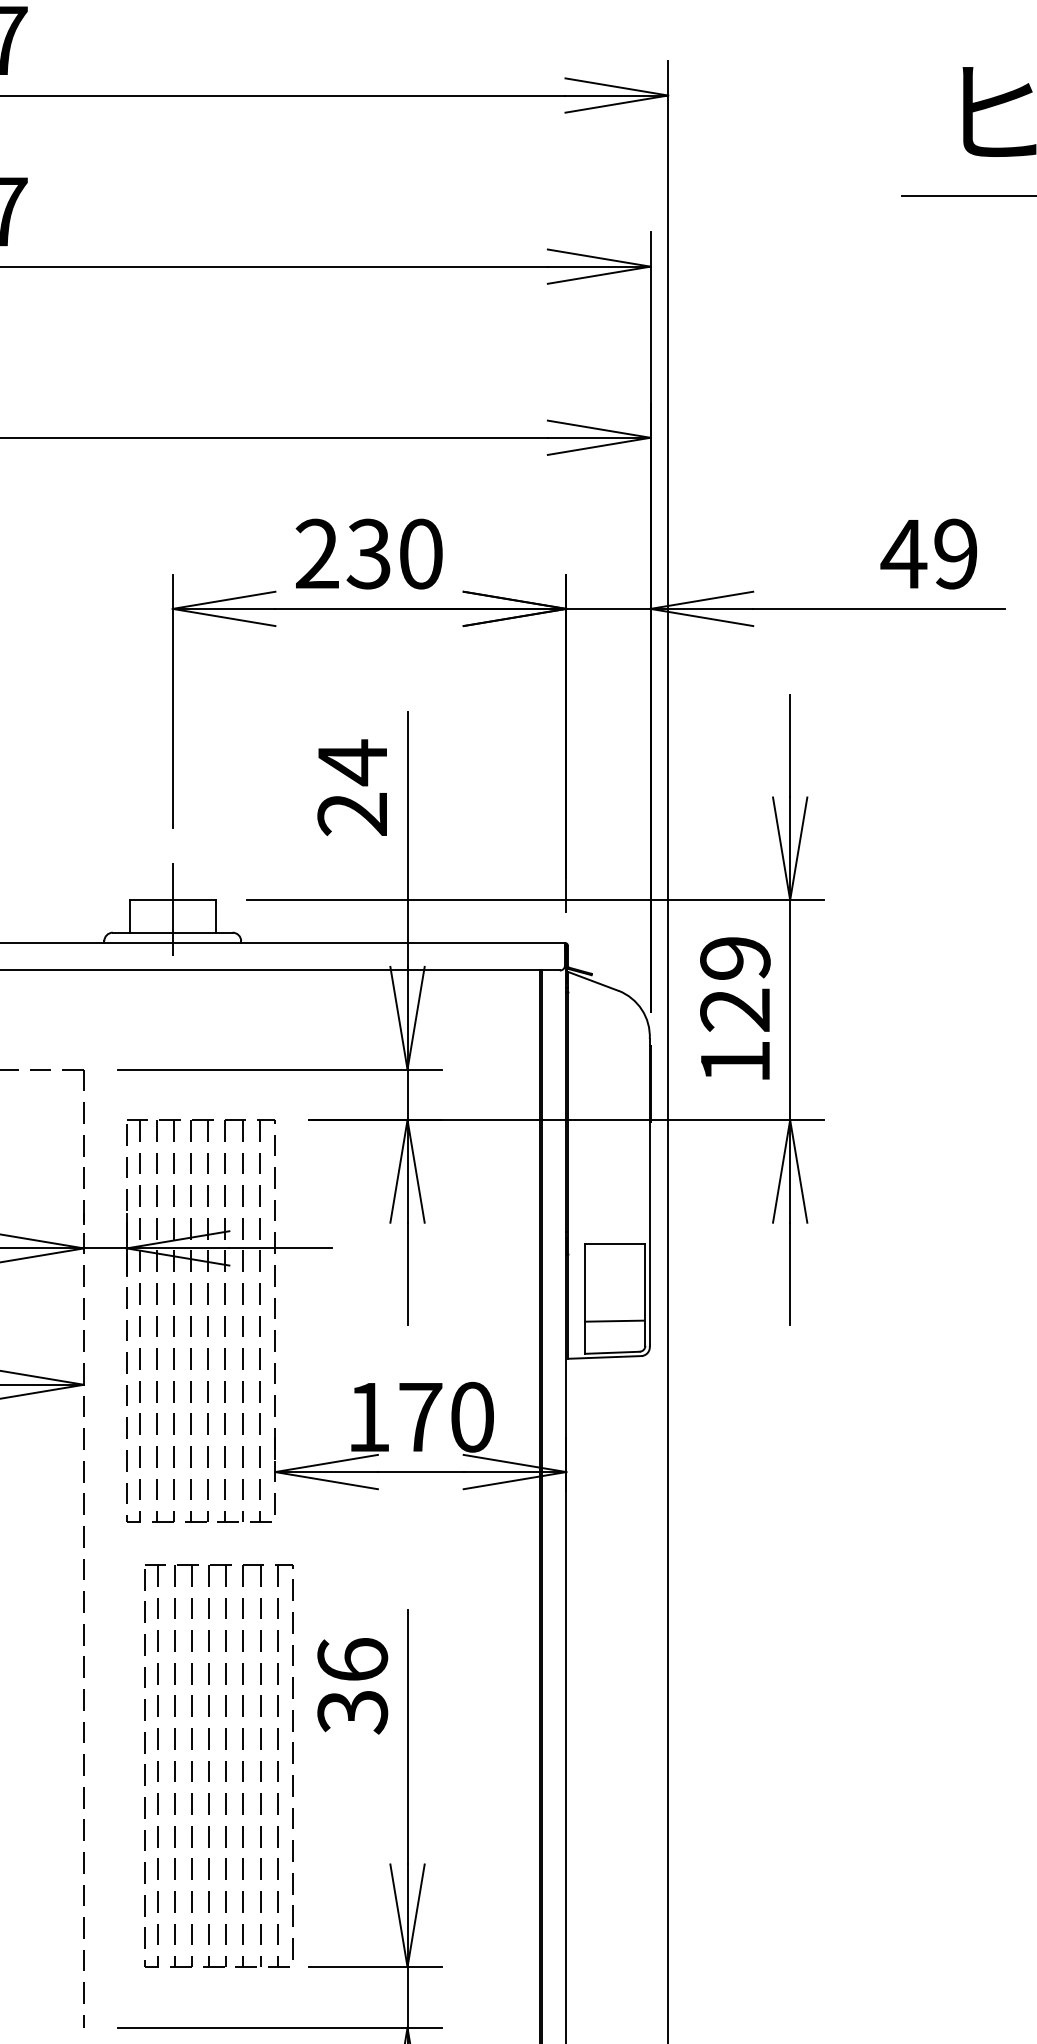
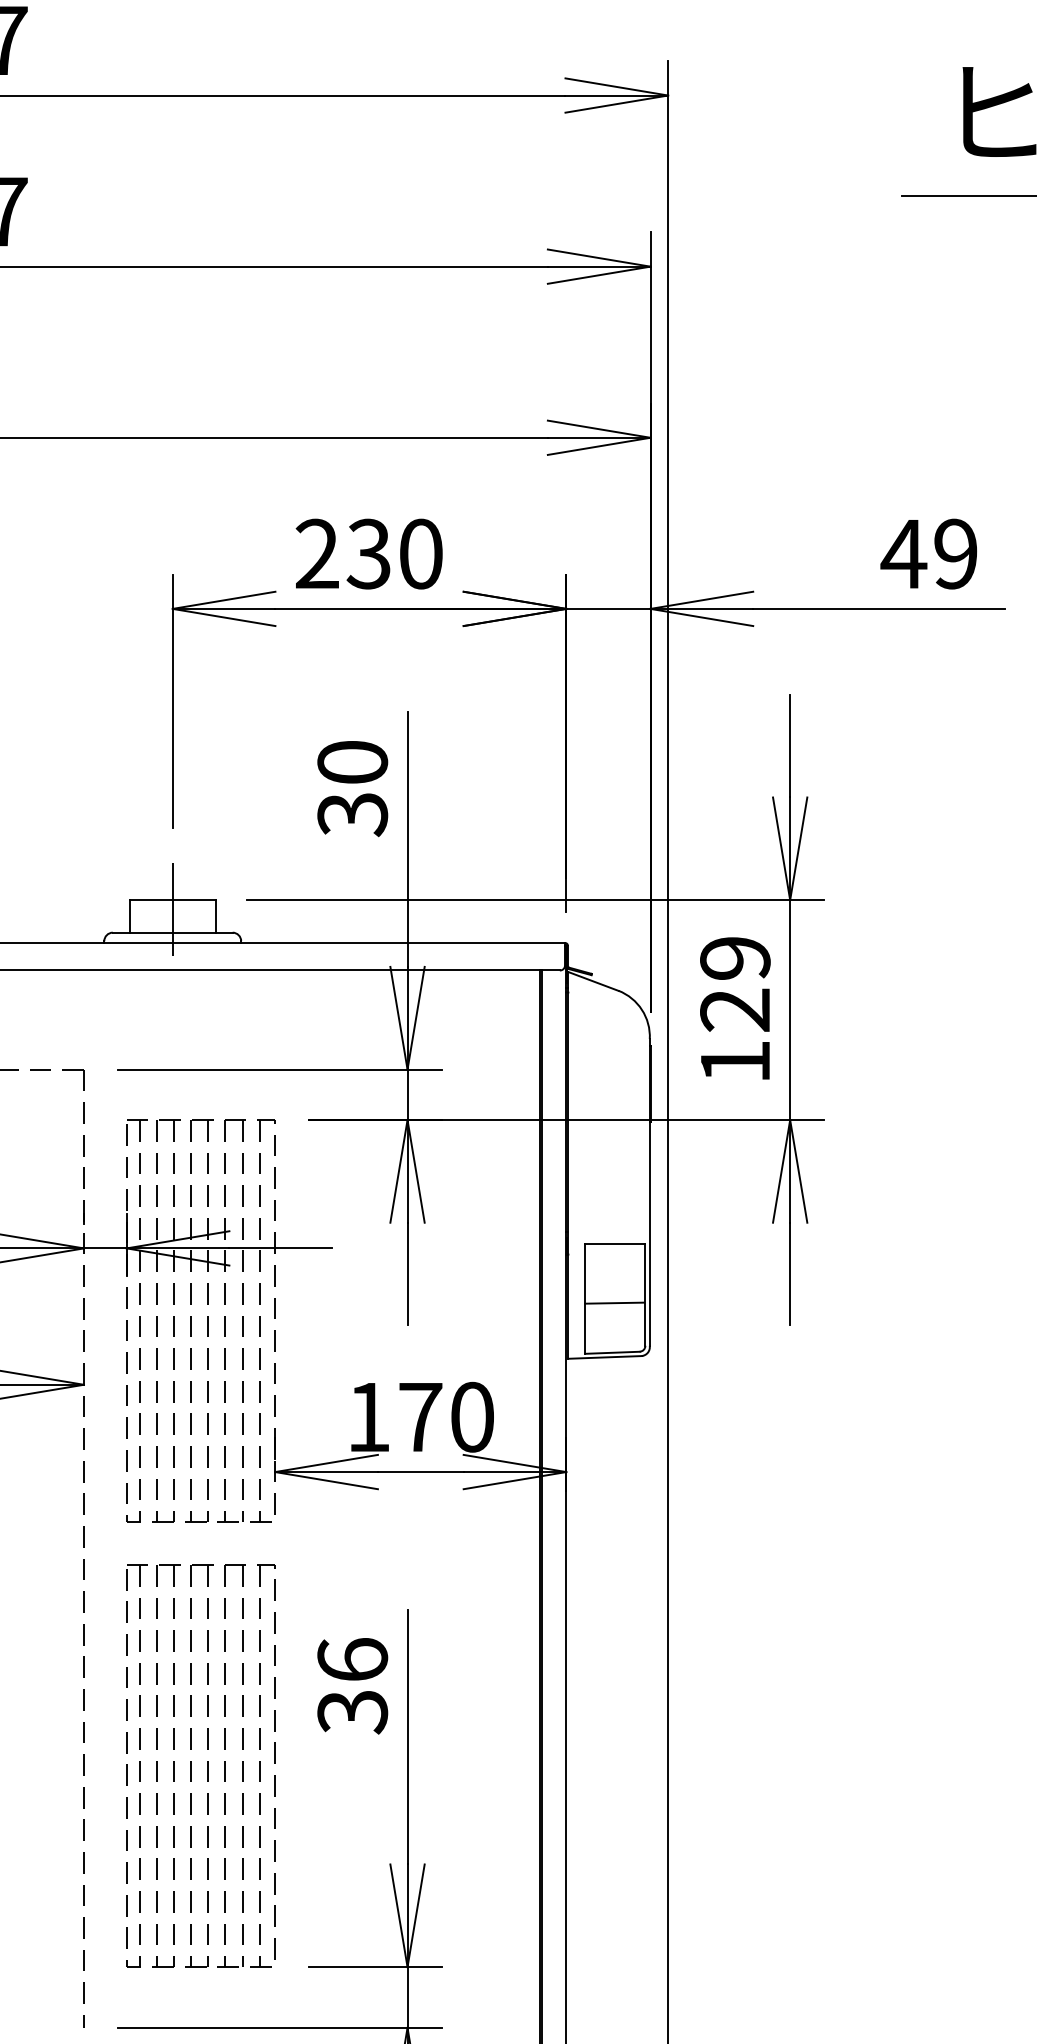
text at (352, 788): 24 -> 30
line at (614, 1320) position: (614, 1320) -> (614, 1302)
part at (225, 1765) position: (225, 1765) -> (207, 1765)
